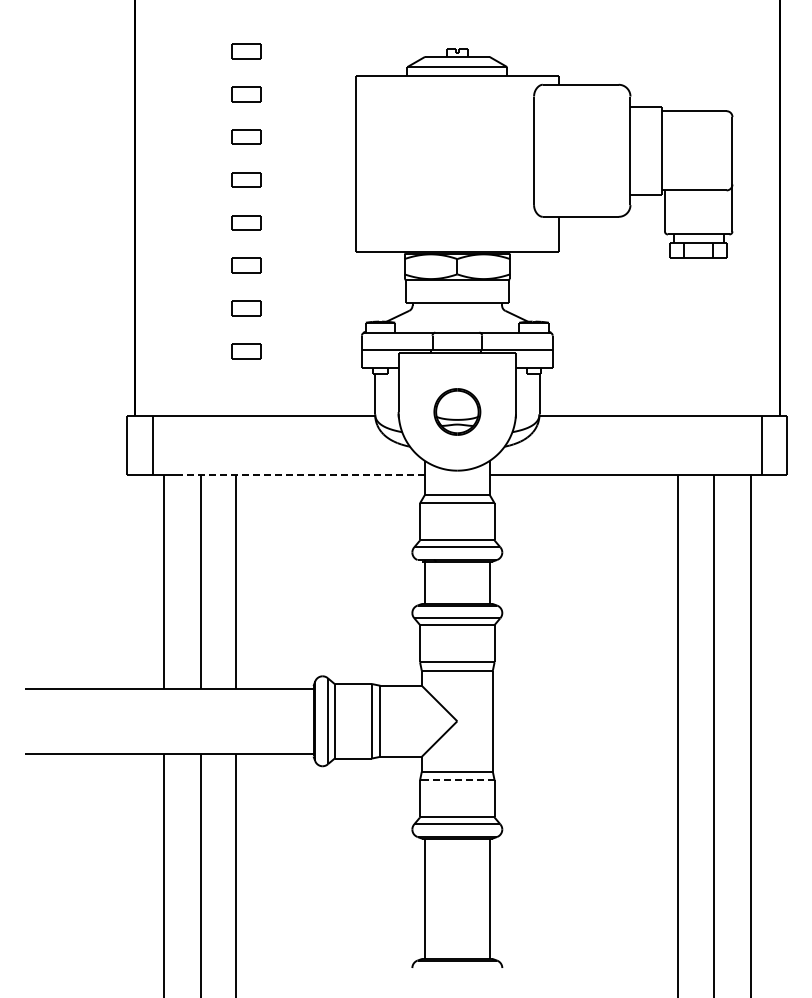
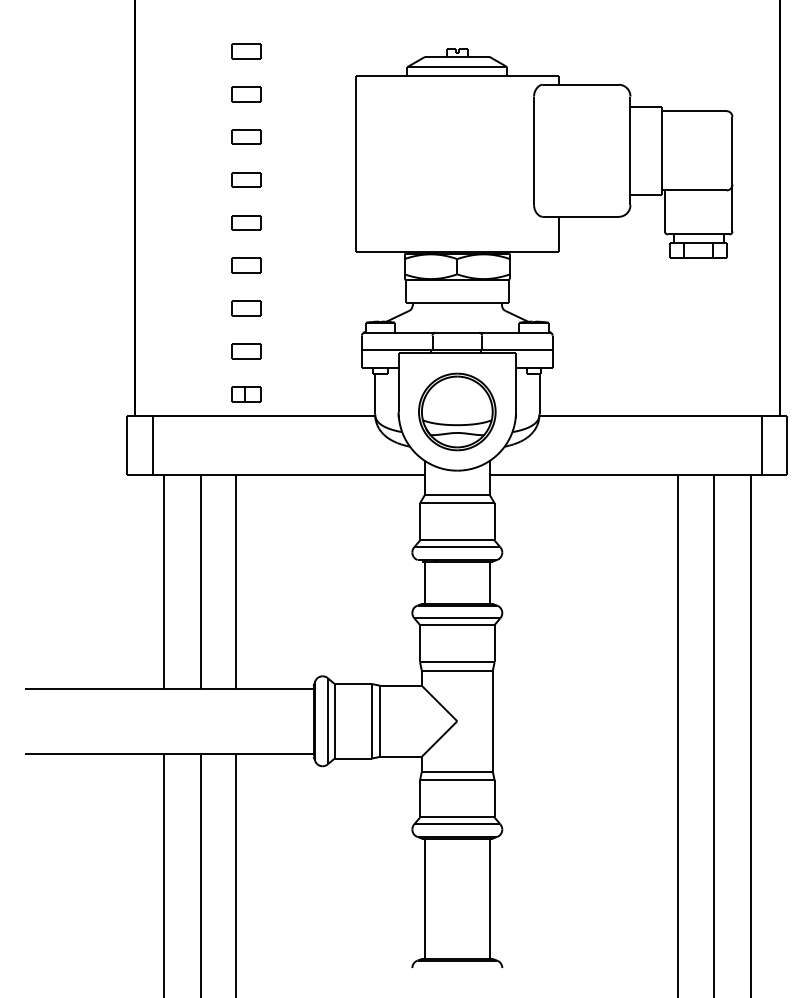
part at (246, 394): none -> present
part at (457, 411) size: 49x48 px -> 79x80 px
line at (301, 474): dashed -> solid
line at (460, 780): dashed -> solid
